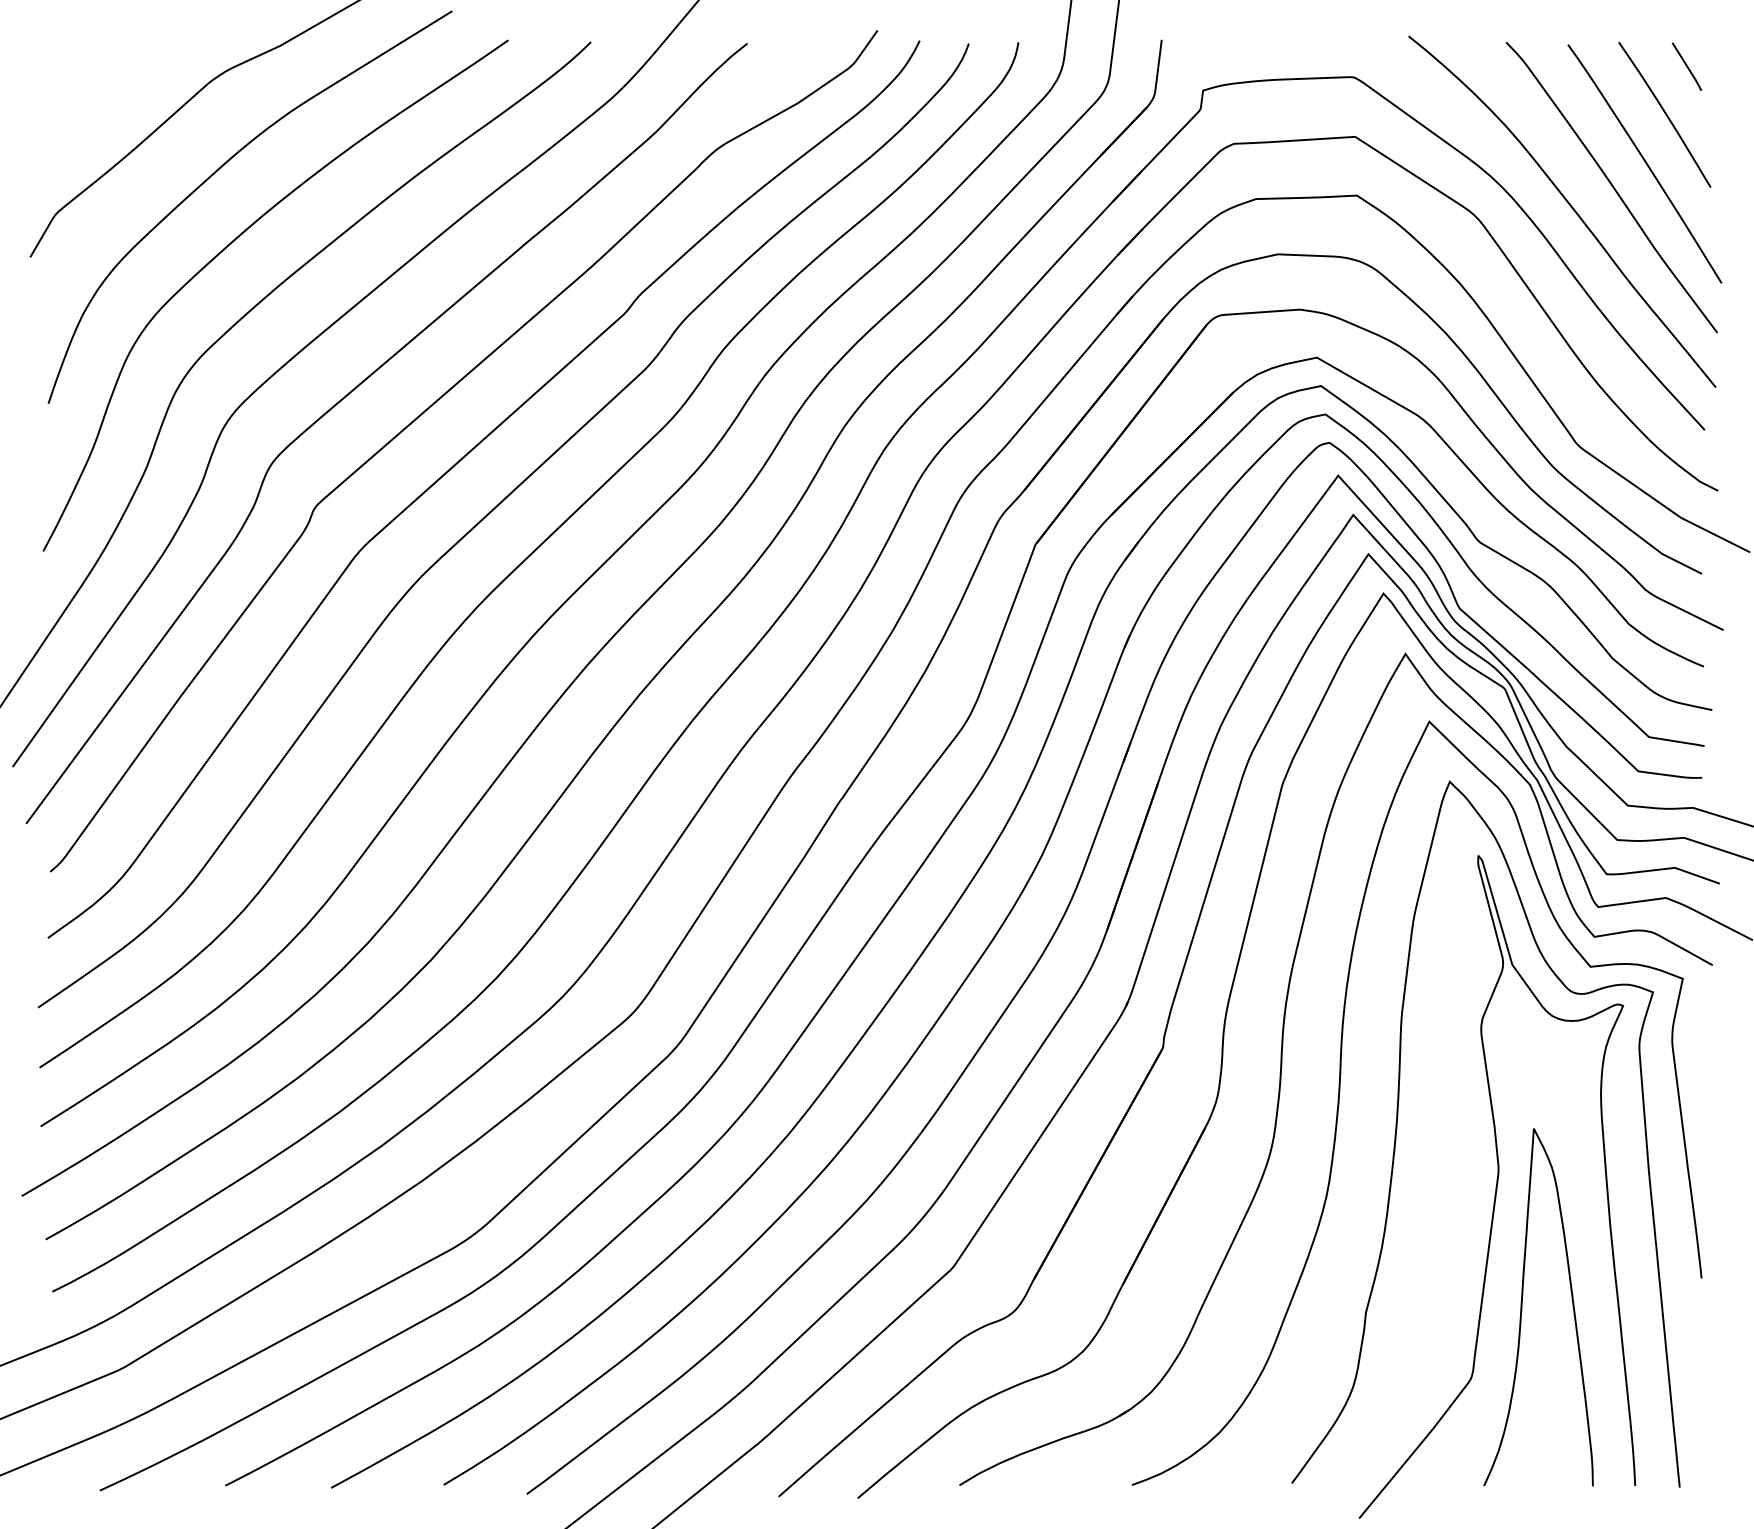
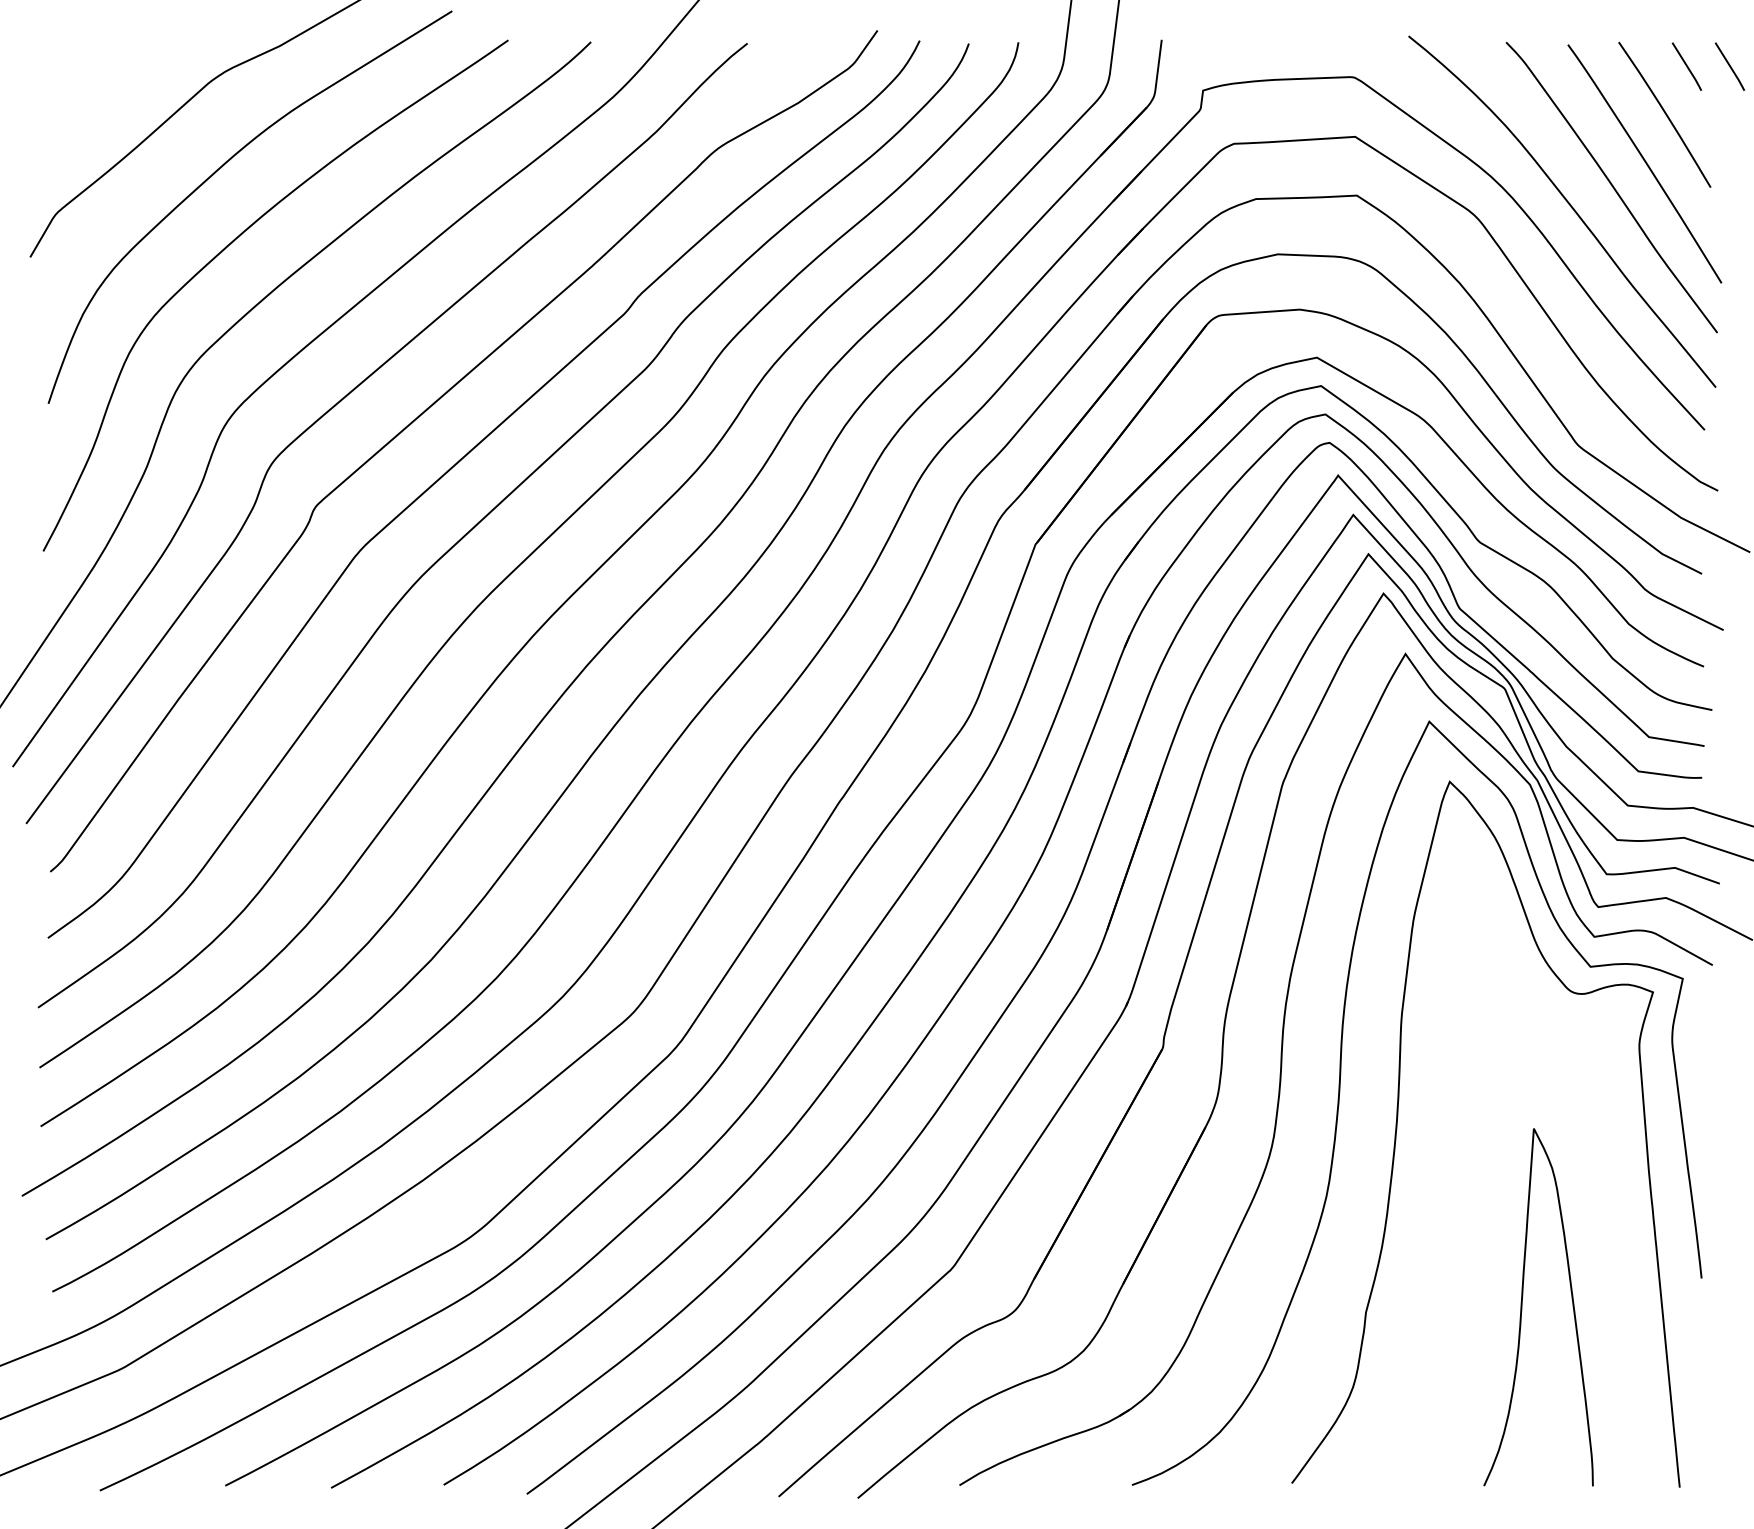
line at (1729, 66): none -> present
curve at (1497, 1186): present -> none
